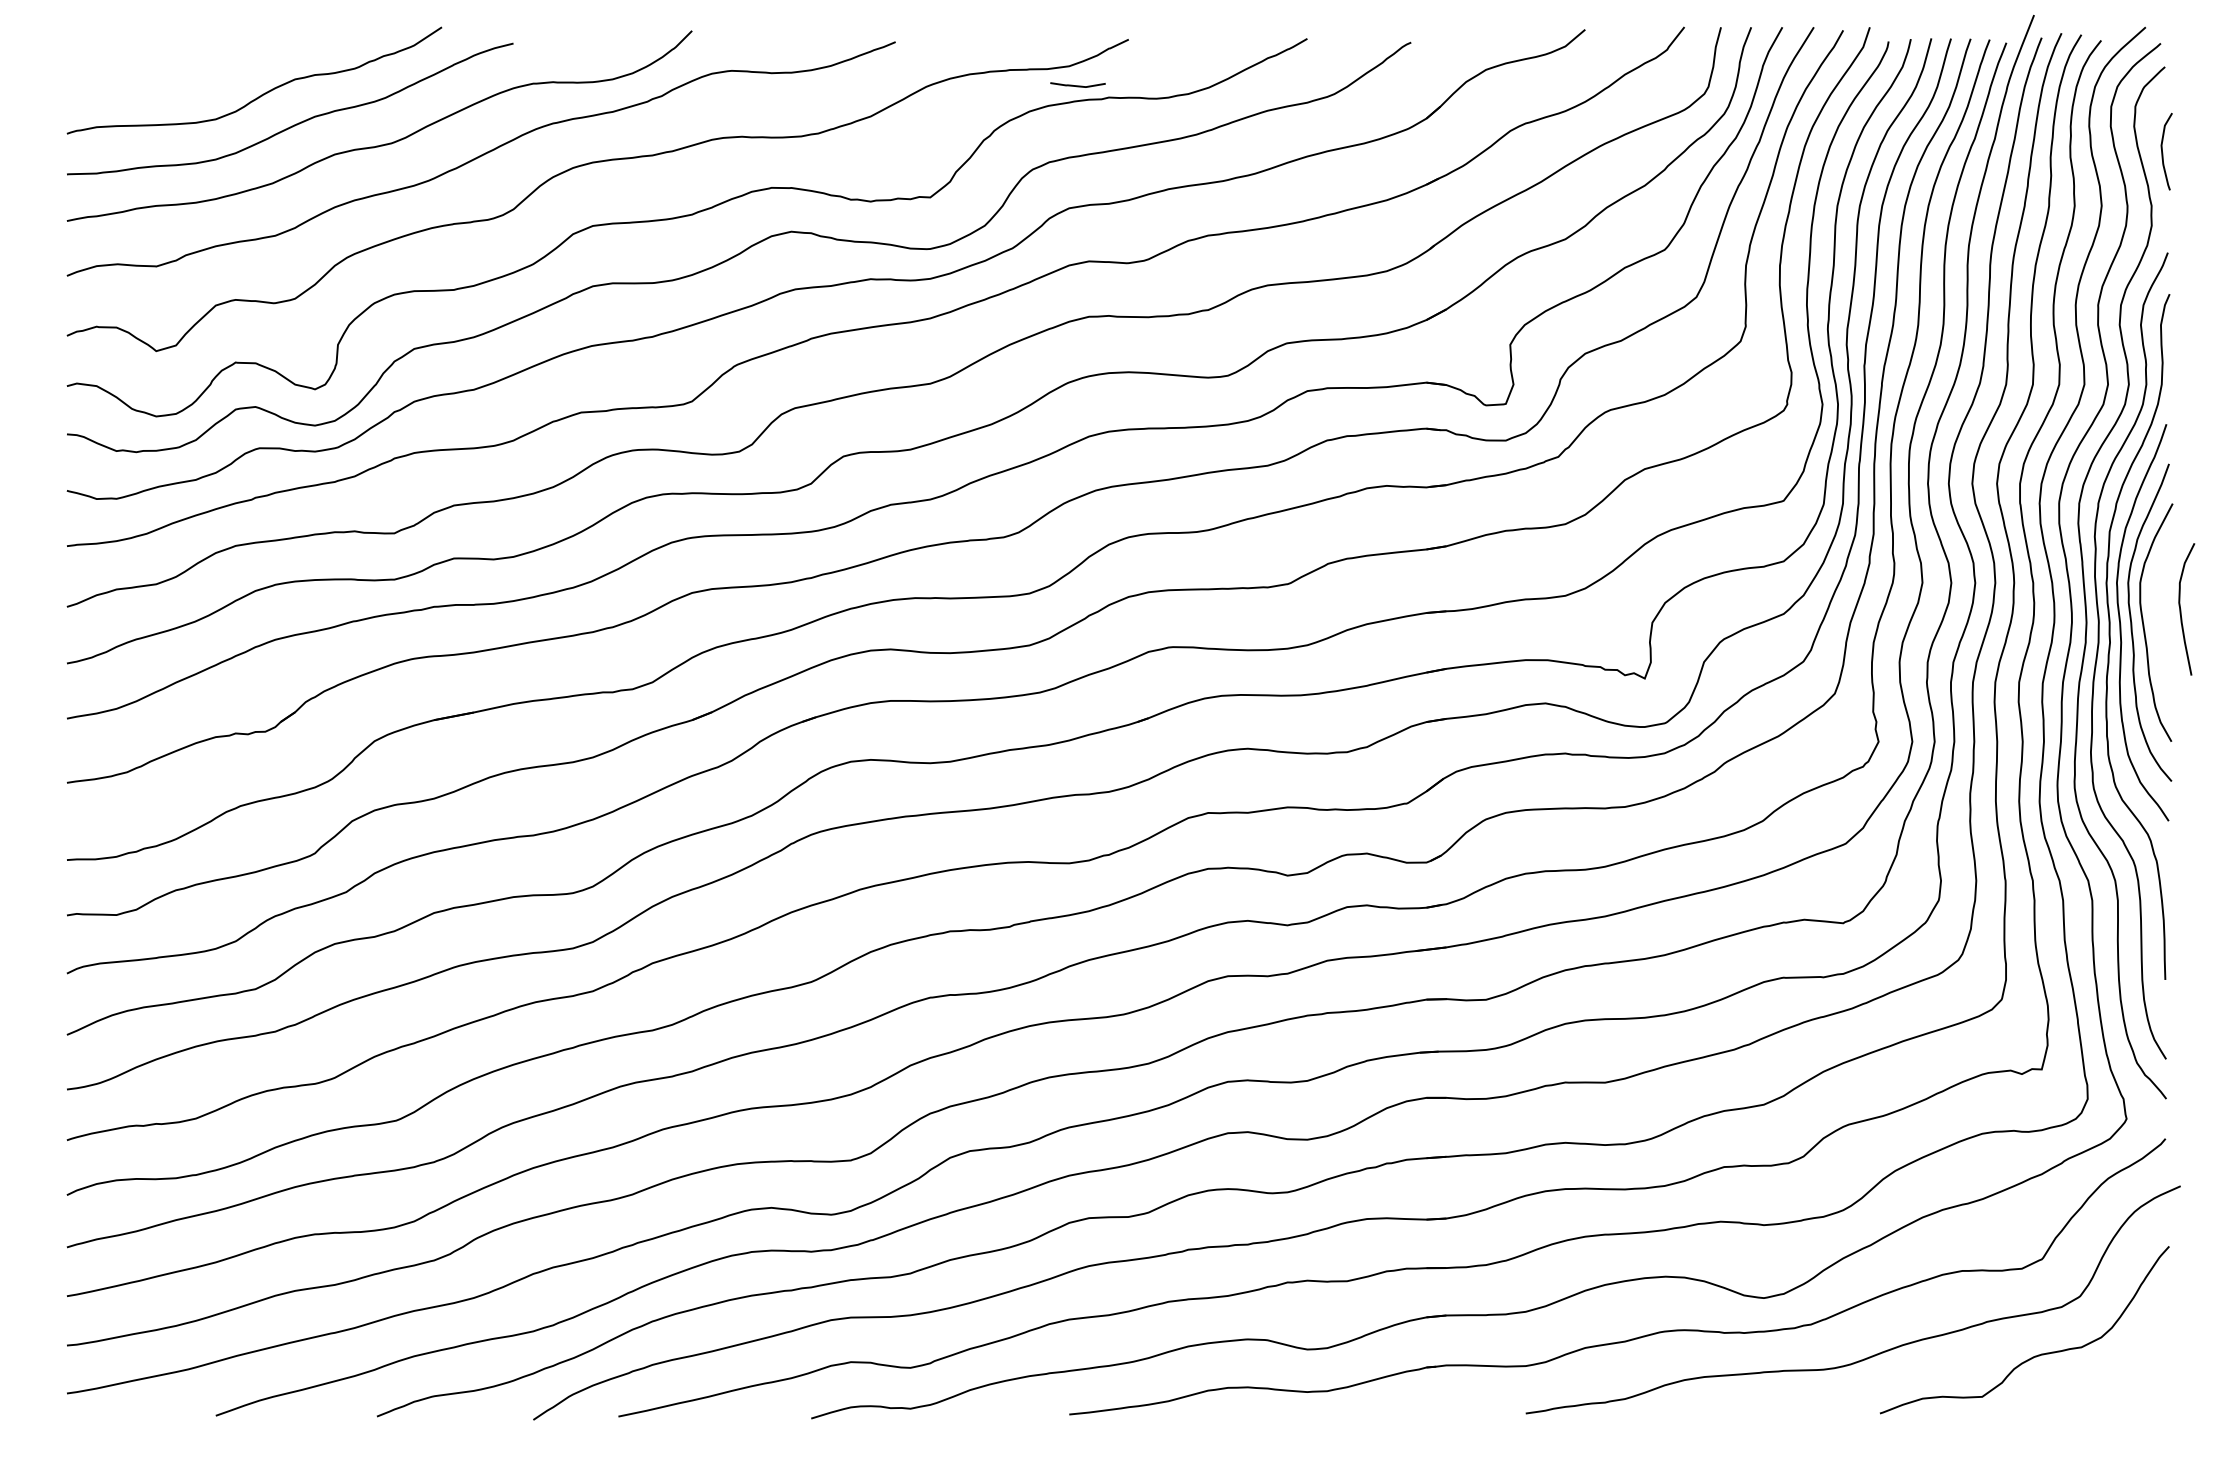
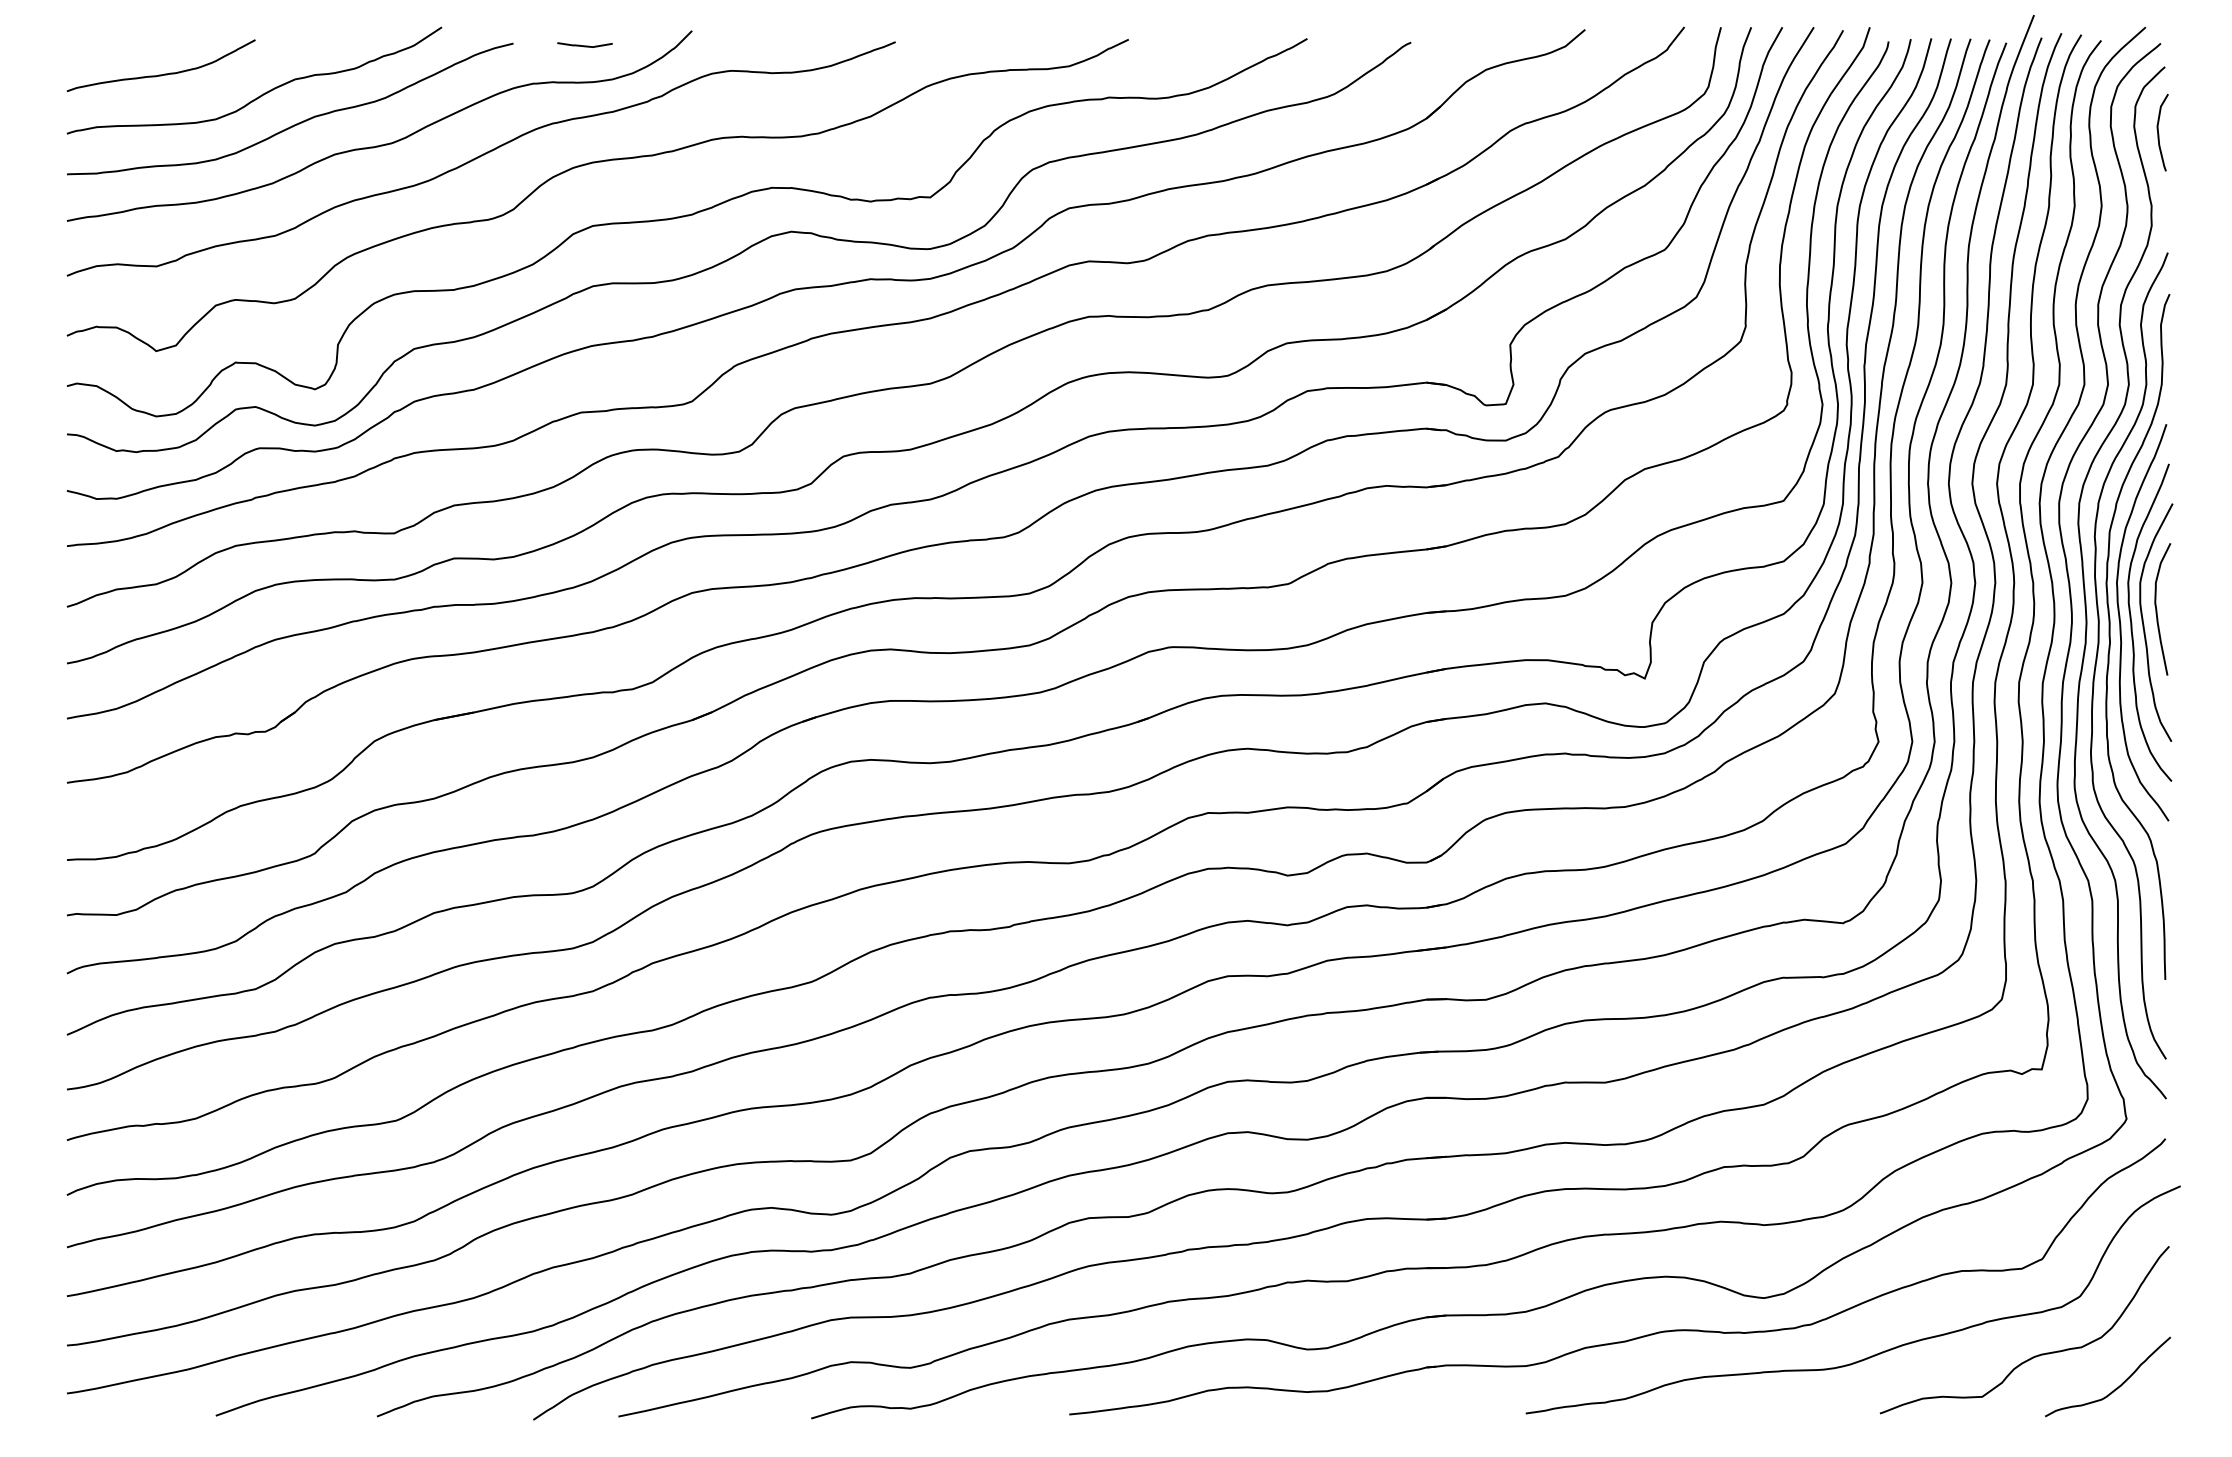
curve at (164, 73): none -> present
line at (1077, 85) position: (1077, 85) -> (584, 45)
curve at (2163, 152) position: (2163, 152) -> (2159, 133)
curve at (2181, 609) position: (2181, 609) -> (2157, 609)
curve at (2116, 1387): none -> present
